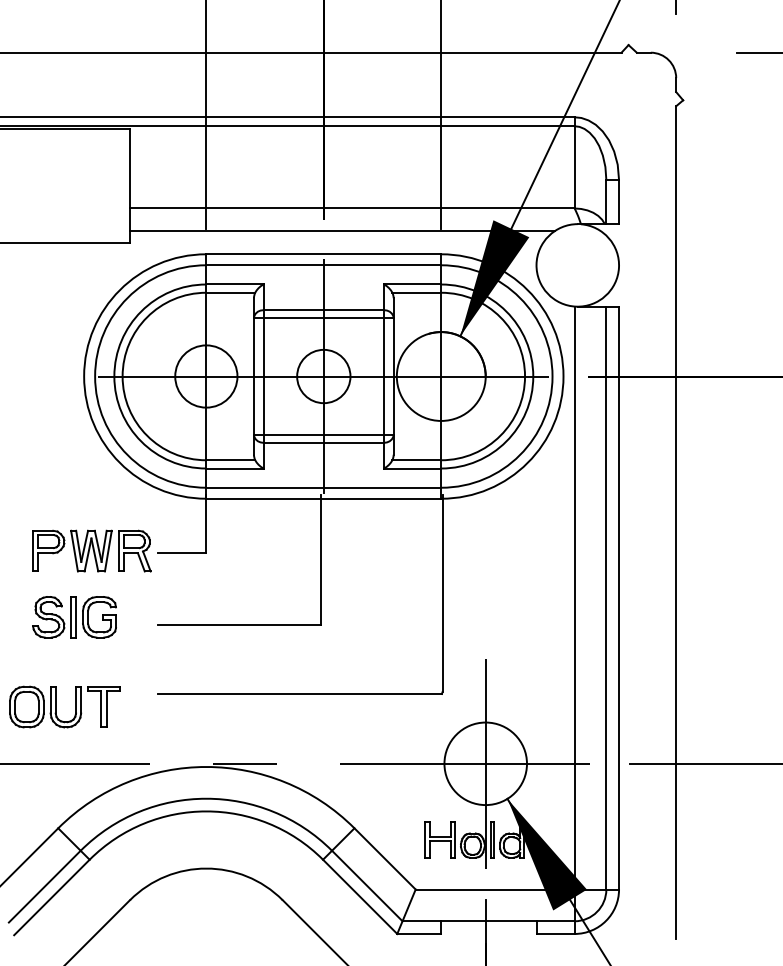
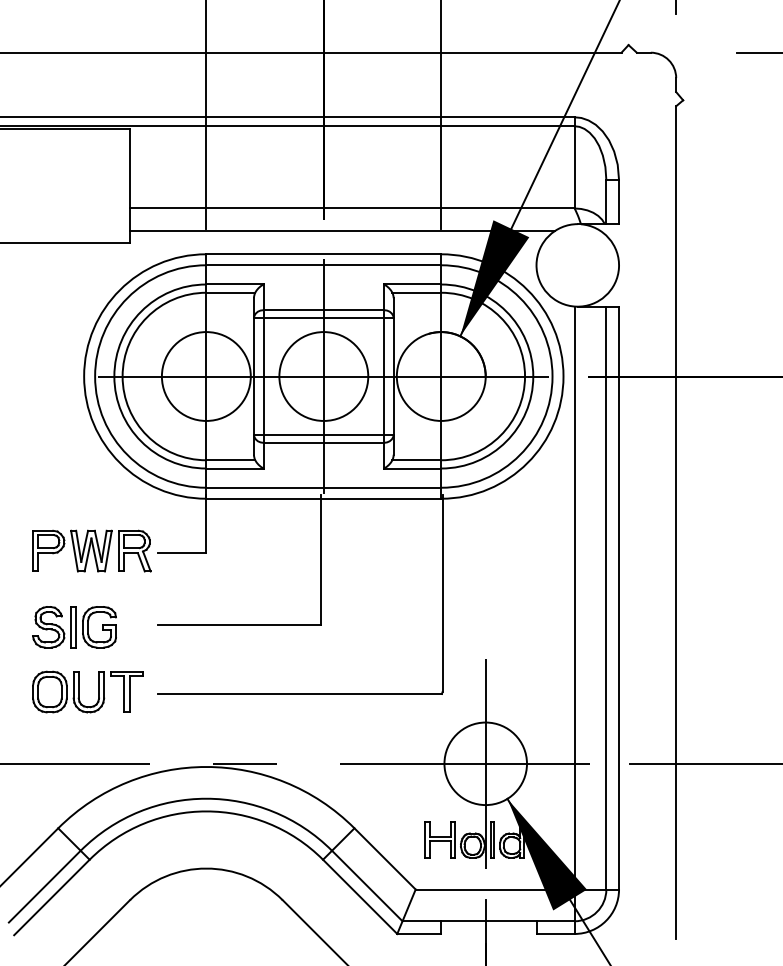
circle at (206, 376) diameter: 62 px -> 89 px
circle at (323, 376) diameter: 53 px -> 89 px
part at (74, 617) position: (74, 617) -> (74, 627)
part at (56, 706) position: (56, 706) -> (79, 691)
